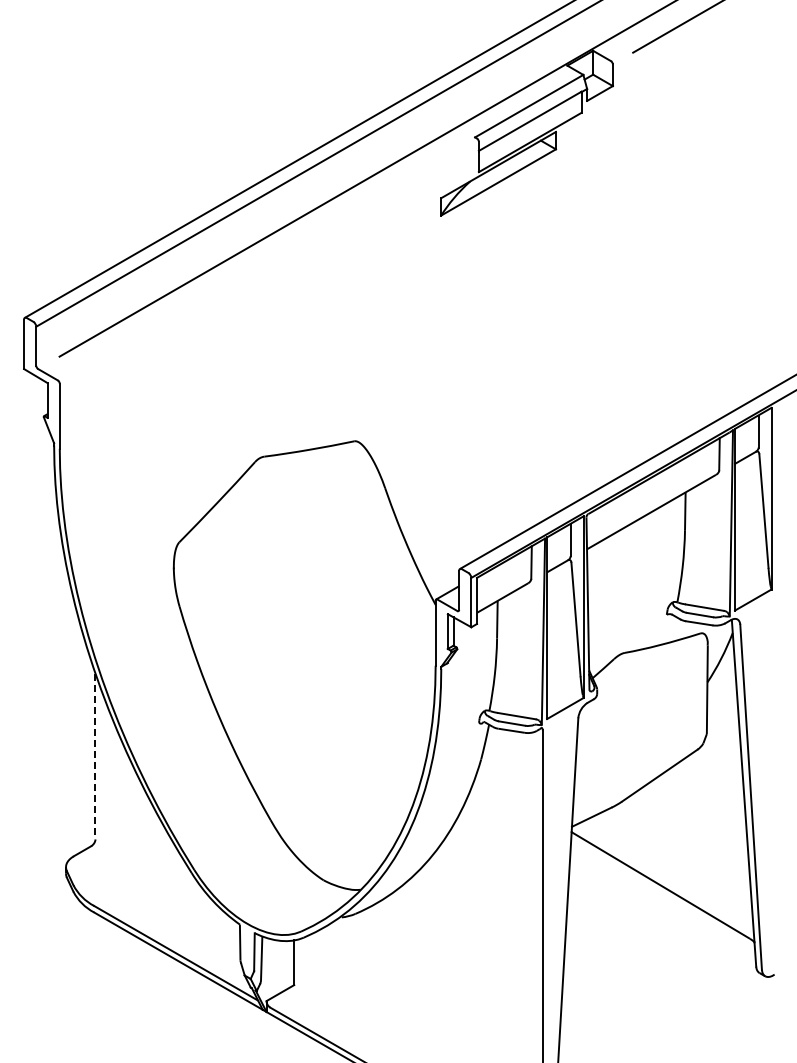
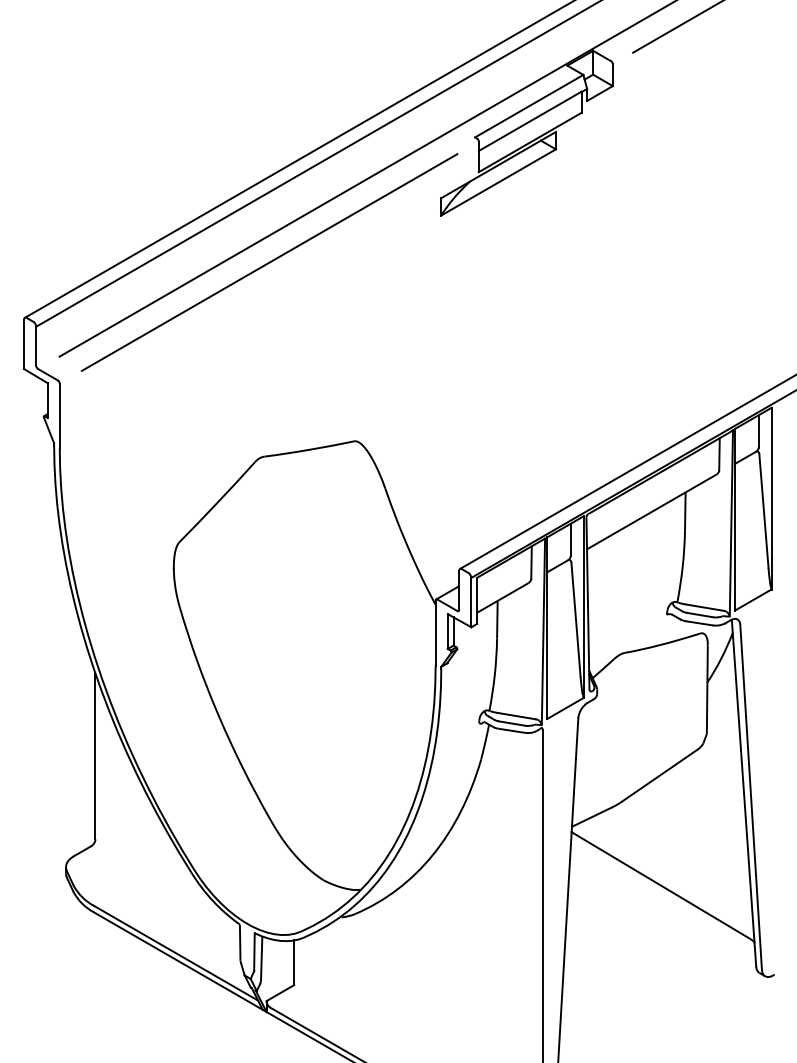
line at (269, 262): none -> present
line at (95, 756): dashed -> solid
